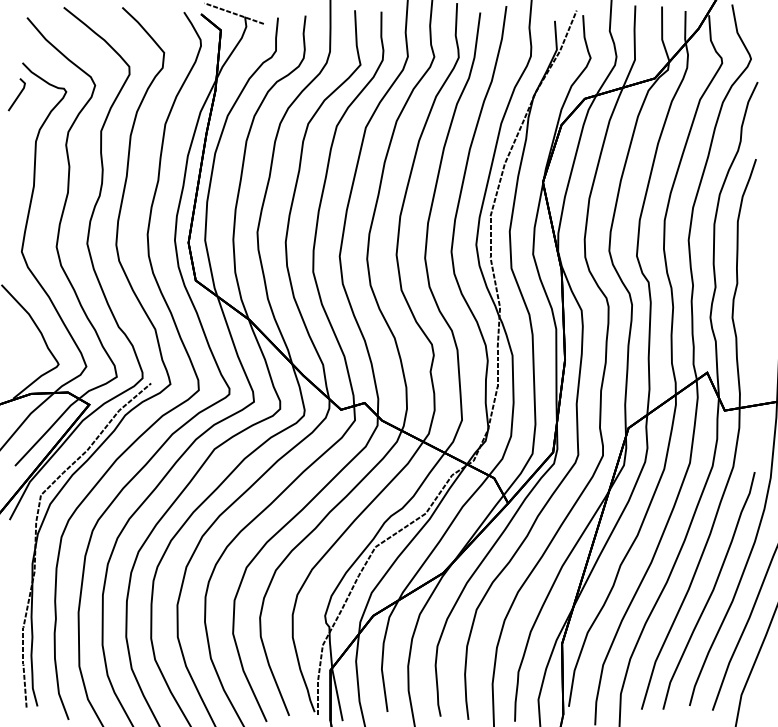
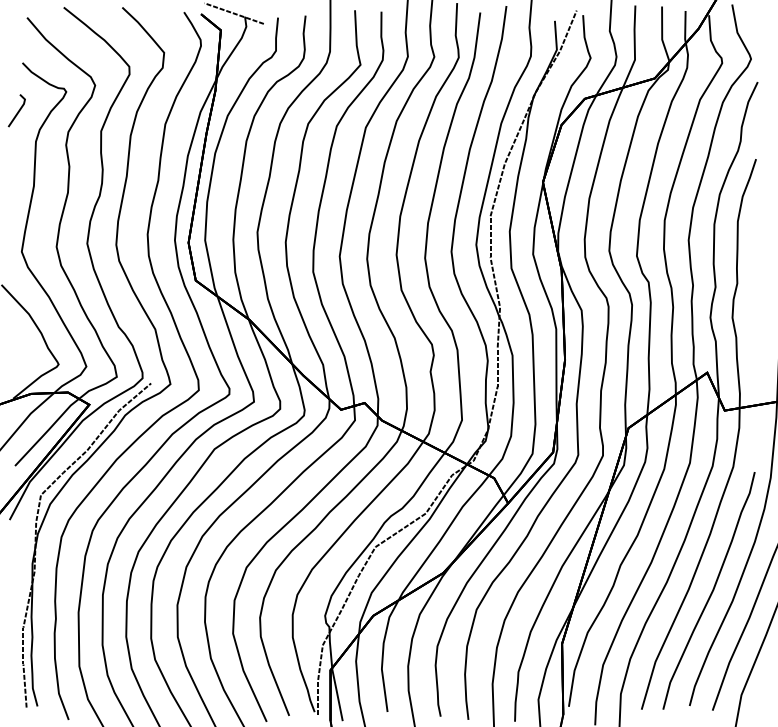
line at (17, 95) position: (17, 95) -> (17, 111)
